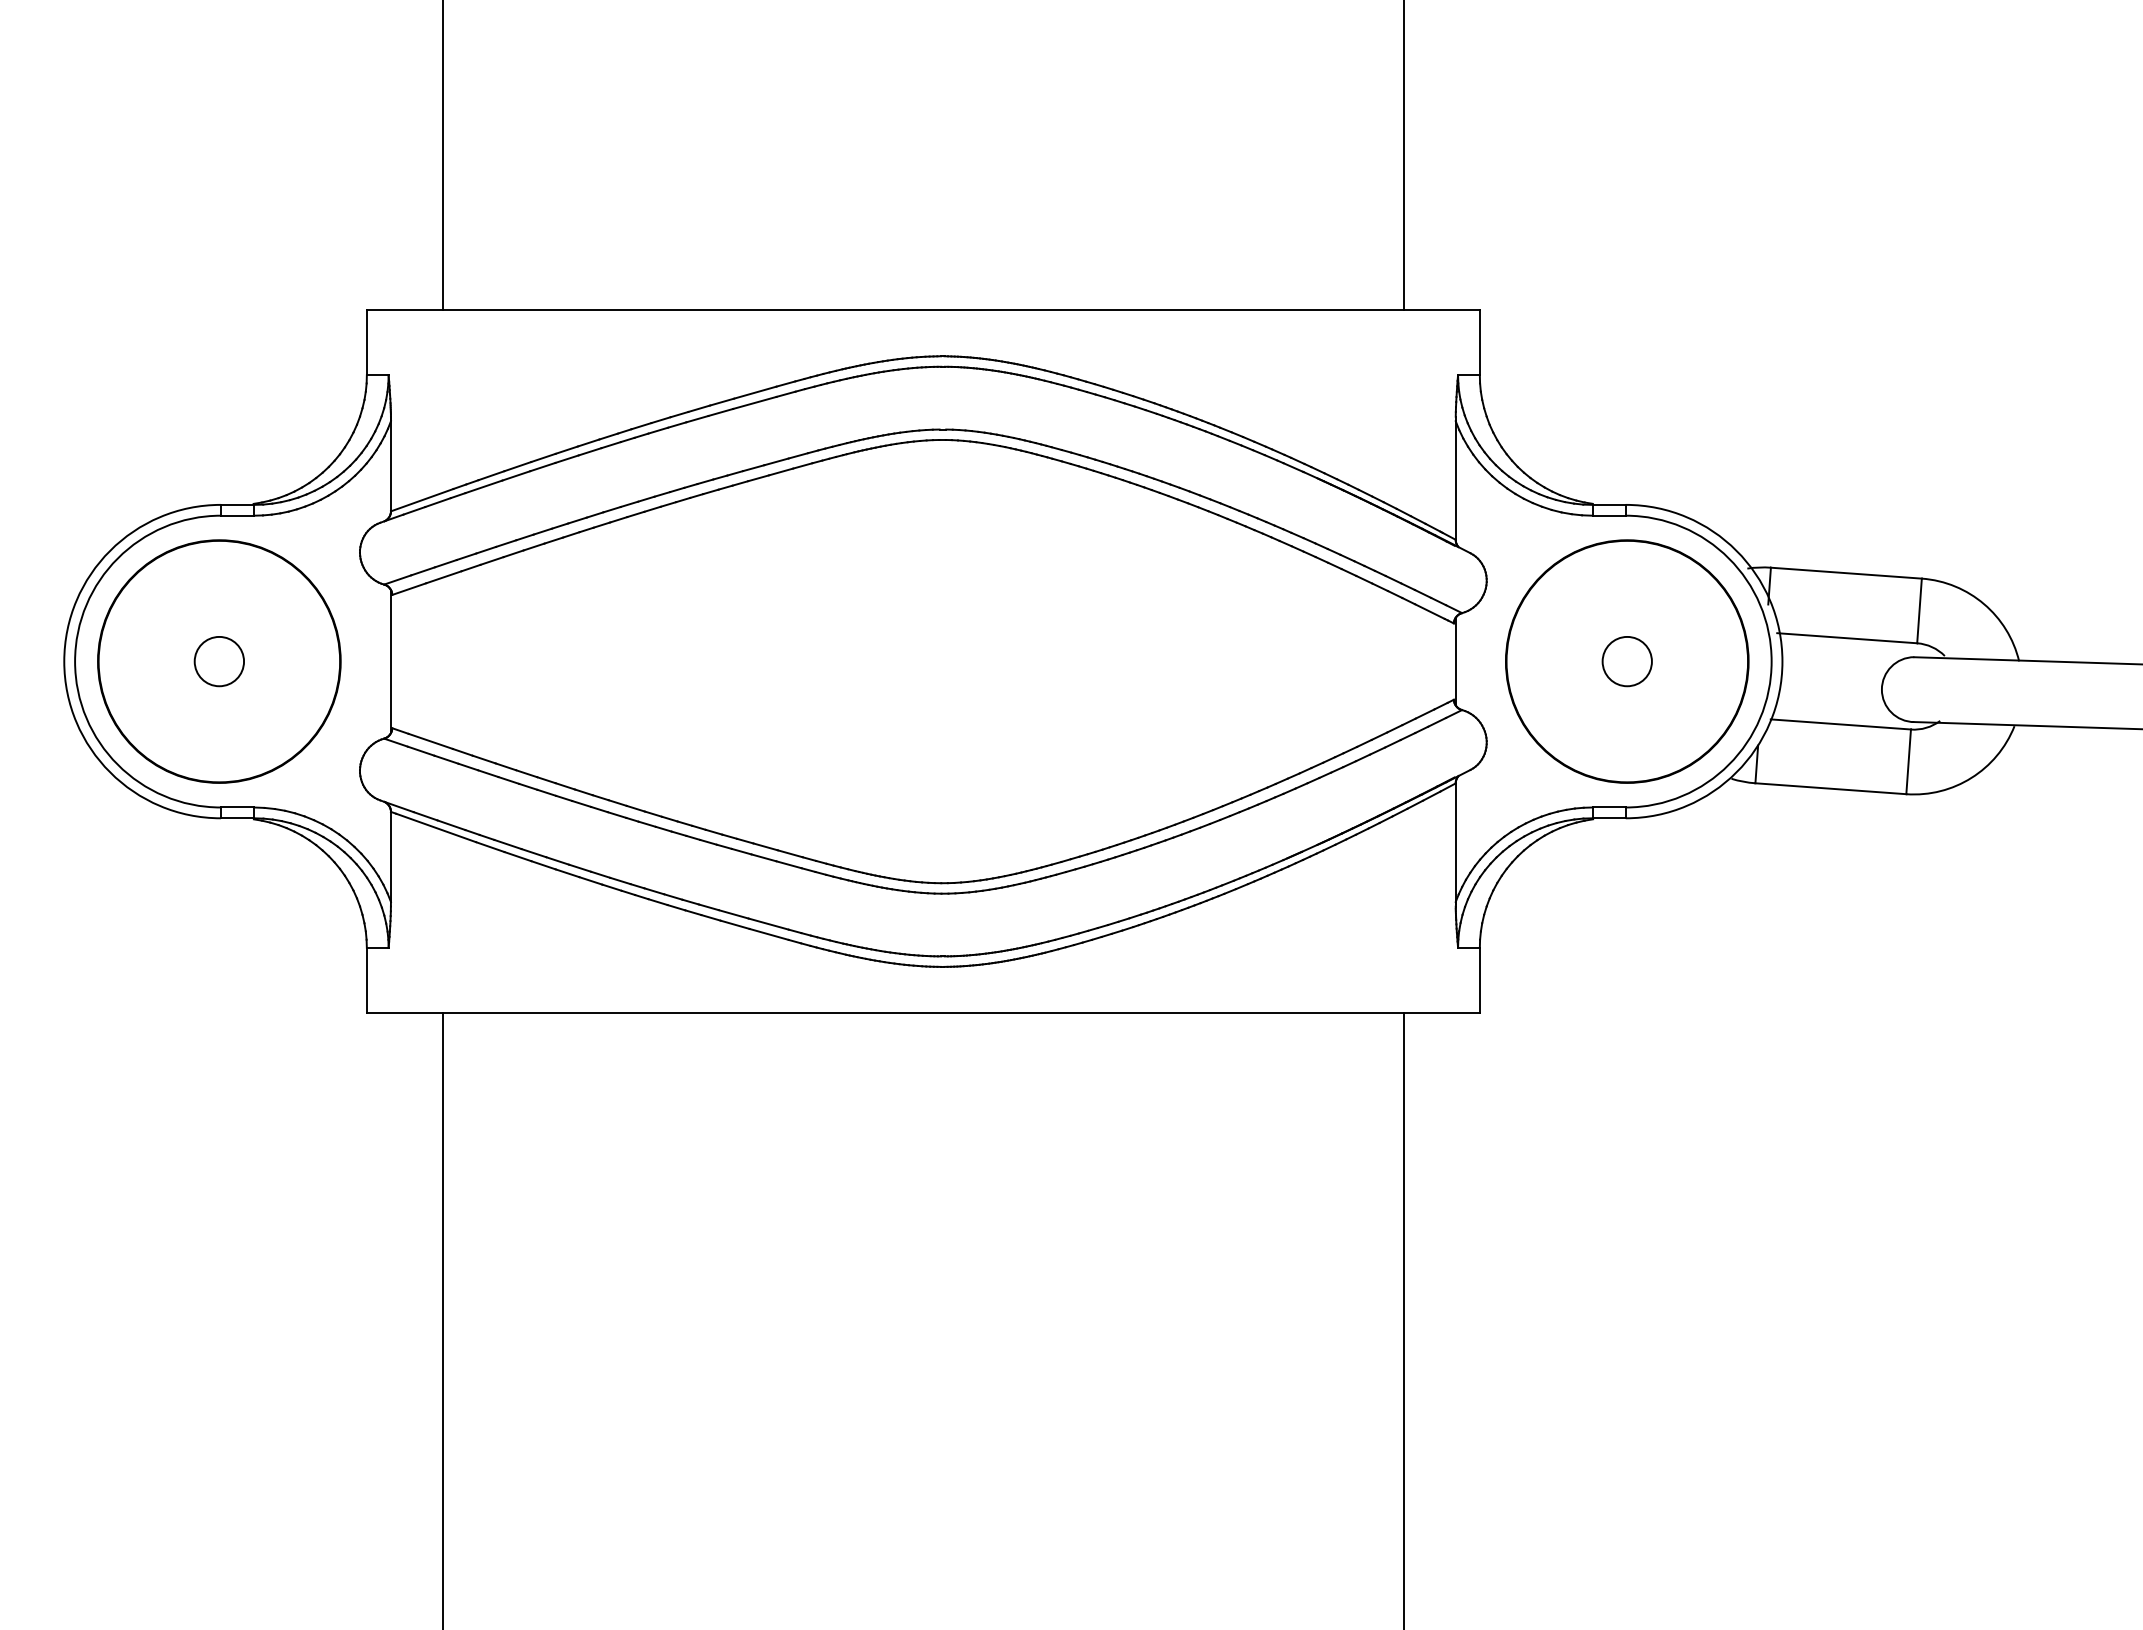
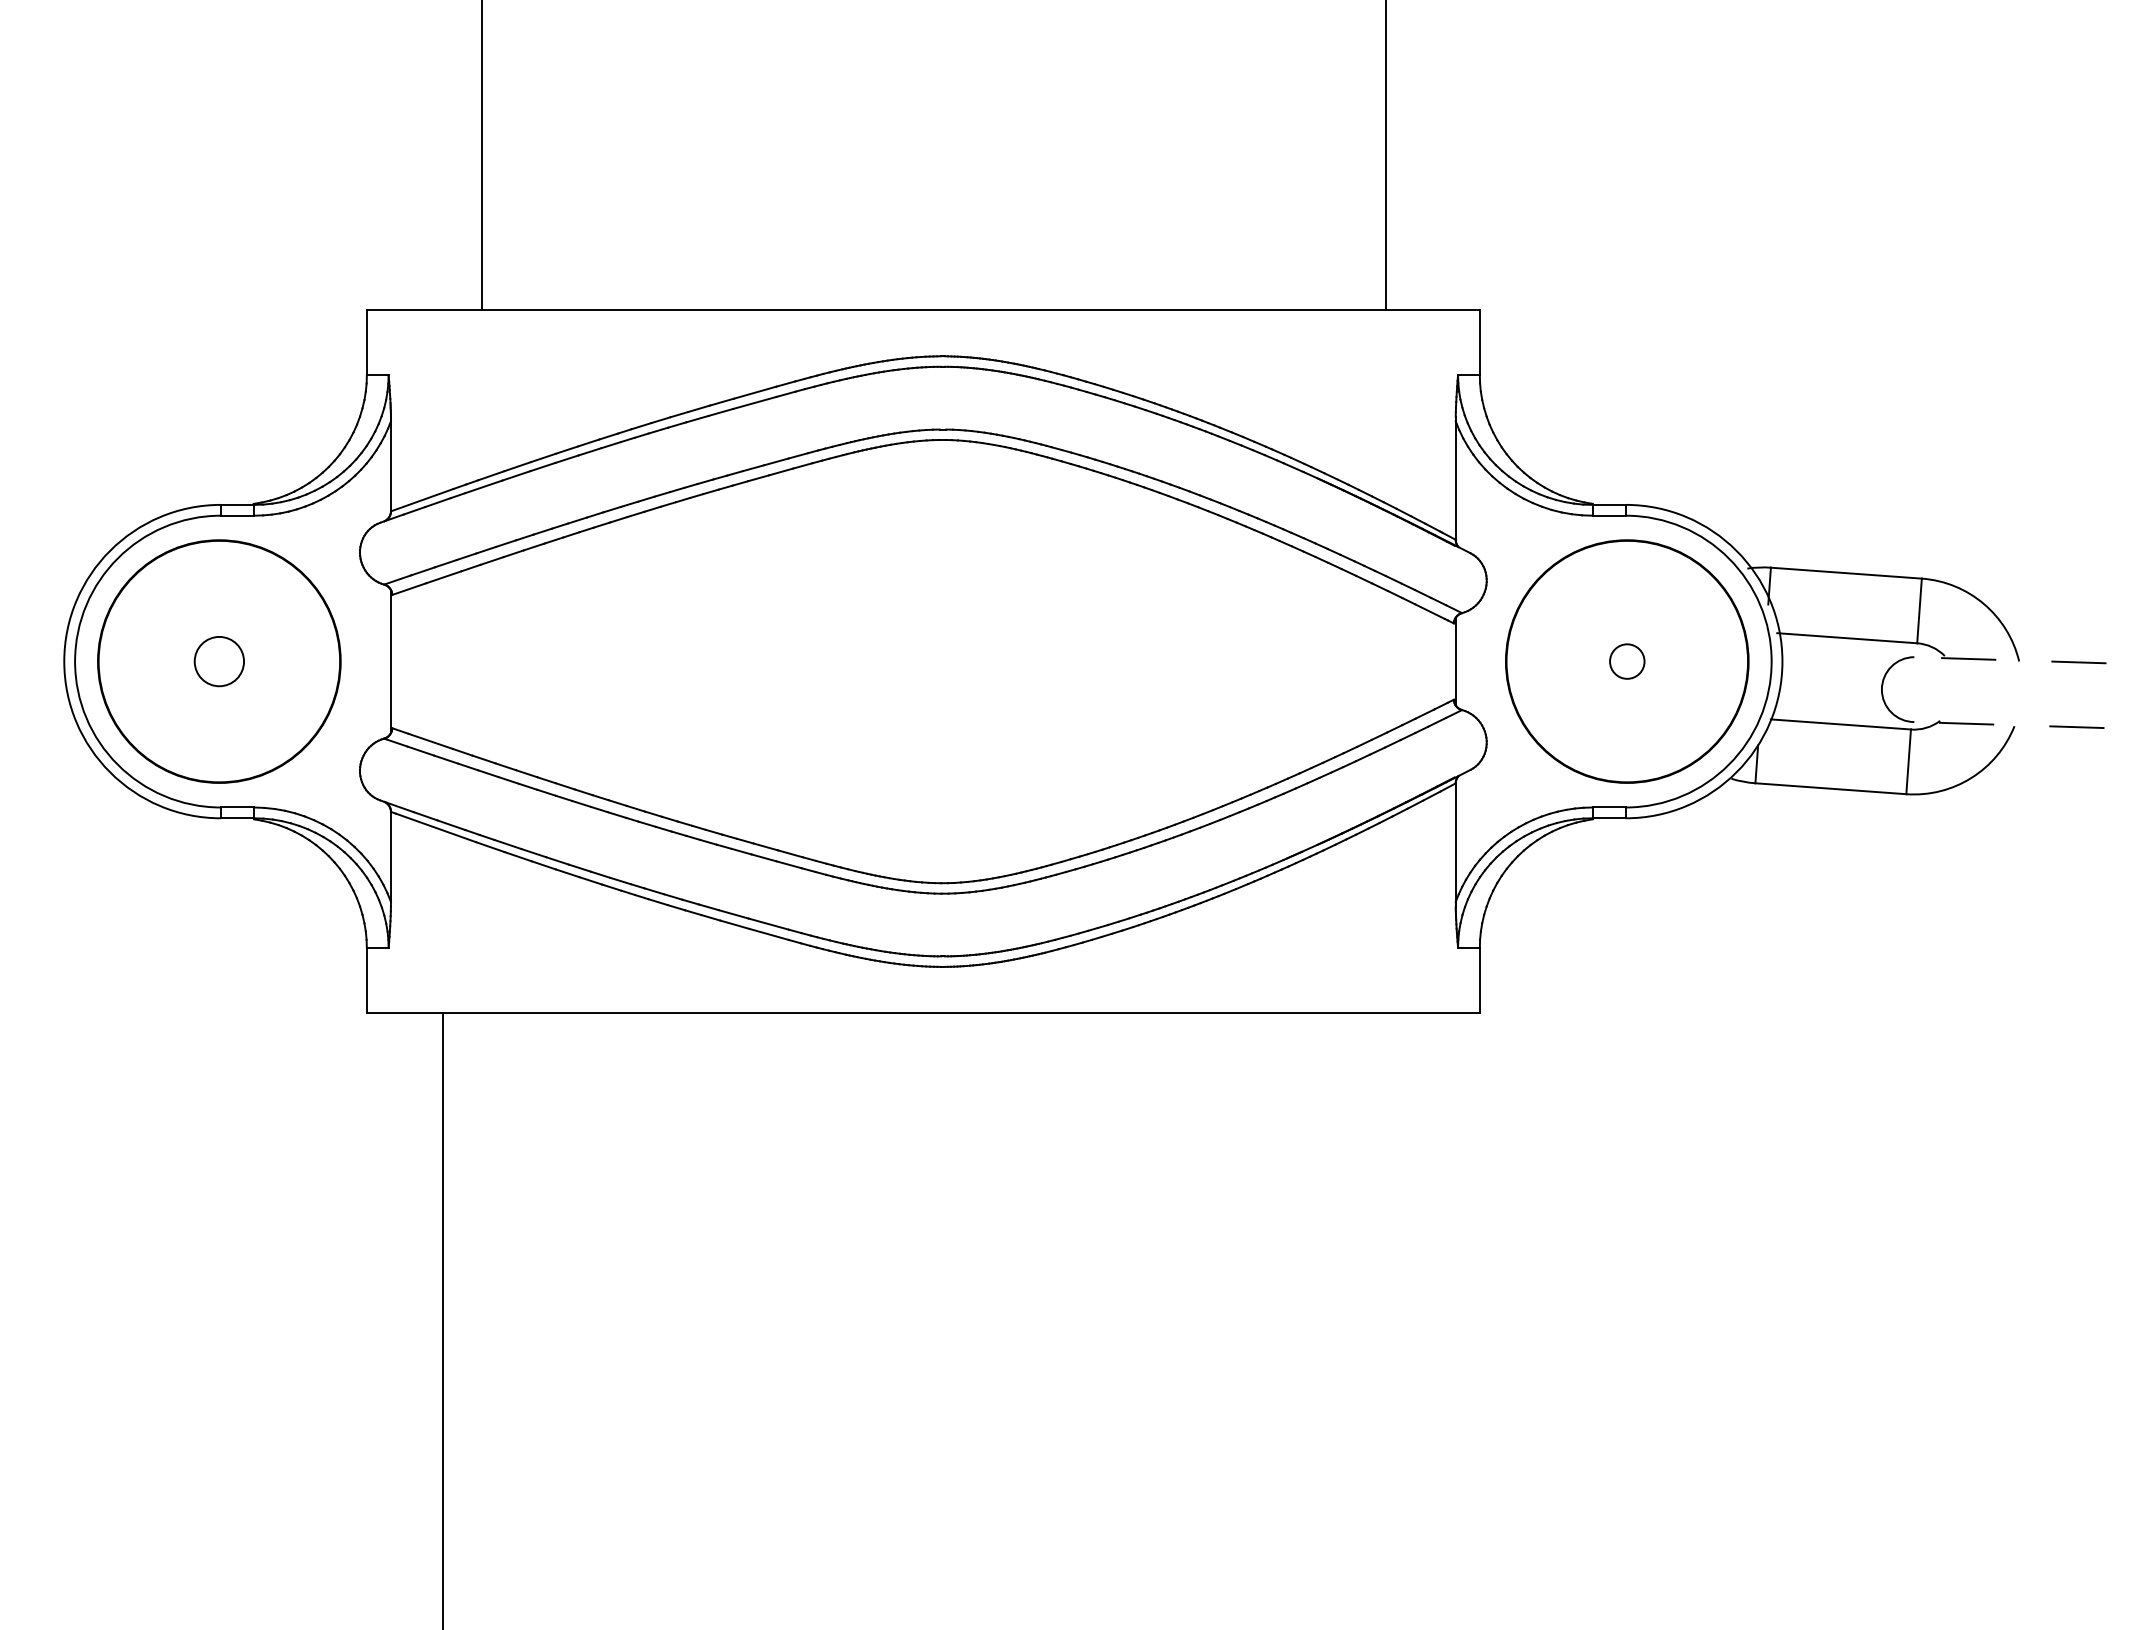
line at (442, 156) position: (442, 156) -> (481, 156)
line at (1404, 156) position: (1404, 156) -> (1386, 156)
line at (2028, 660): solid -> dashed
circle at (1626, 661) diameter: 49 px -> 35 px
line at (2027, 725): solid -> dashed
line at (1404, 1319): present -> none
